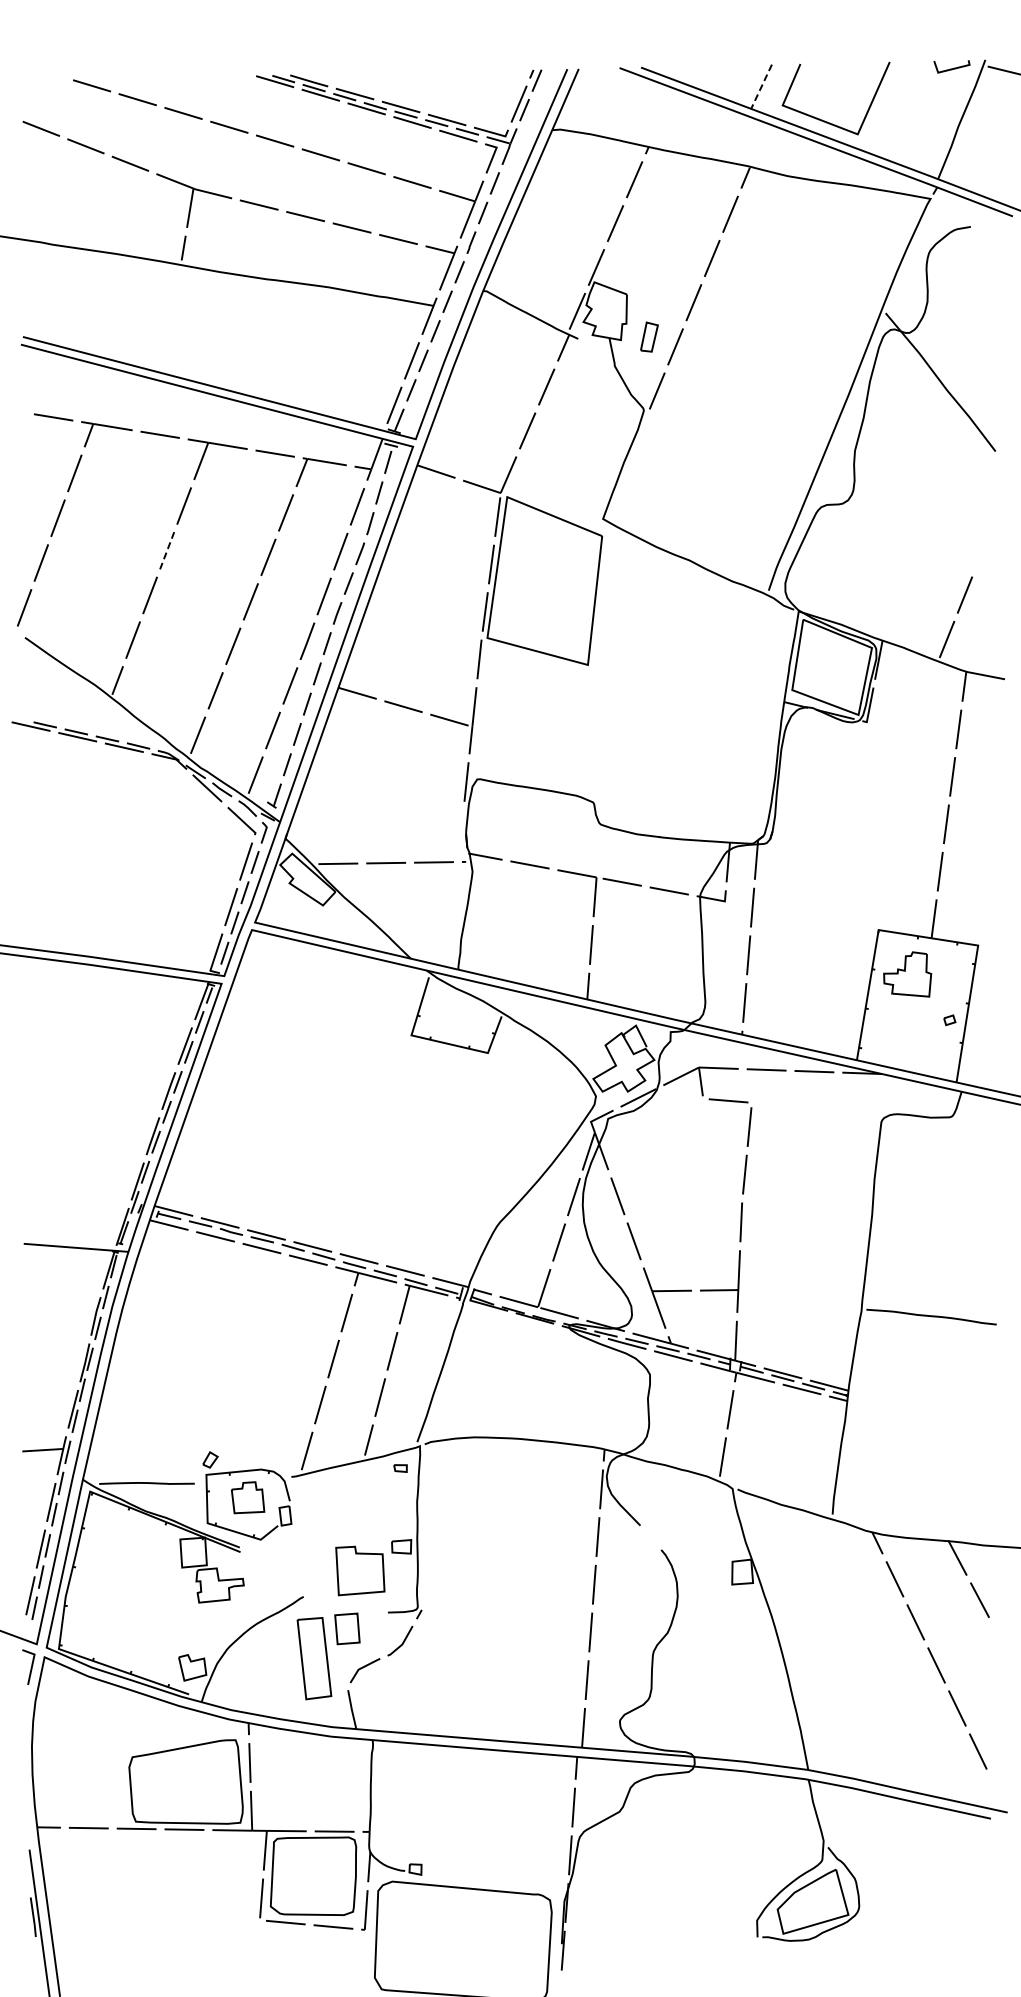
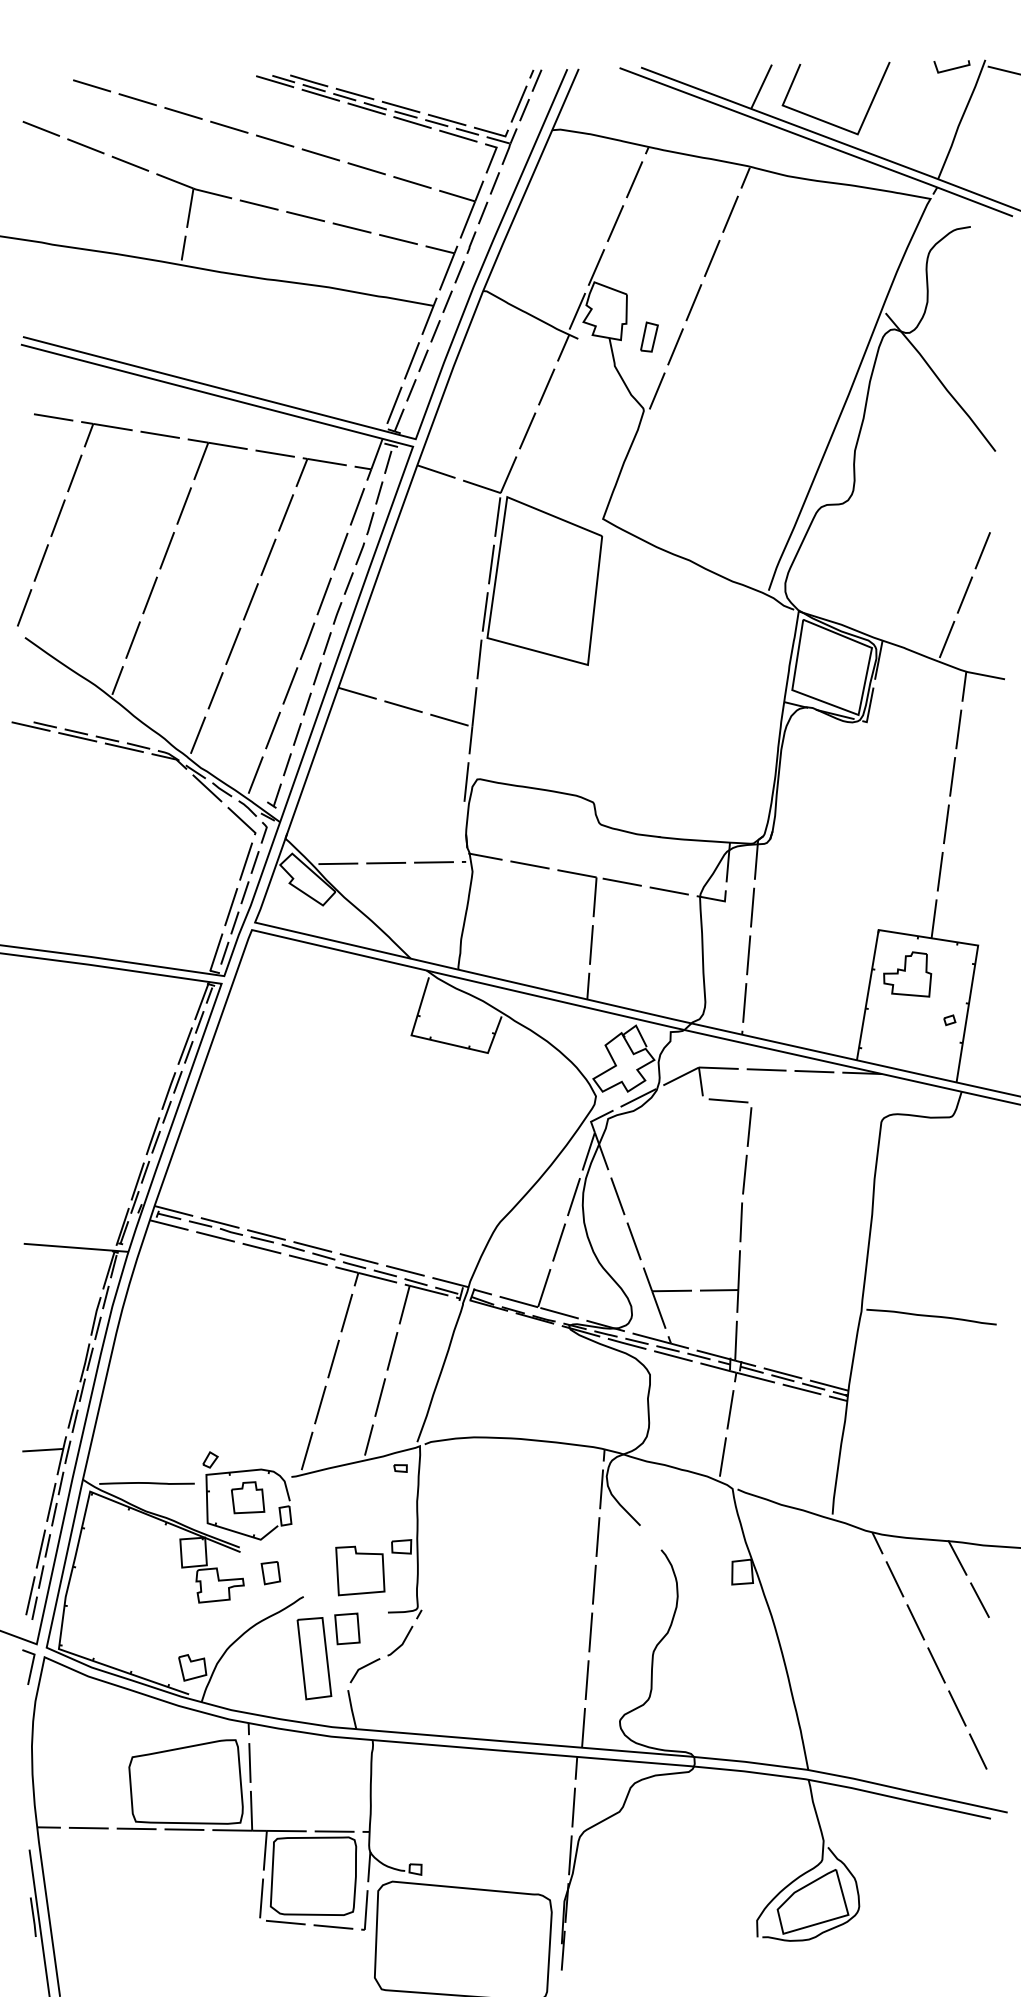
line at (761, 87): dashed -> solid
line at (167, 550): dashed -> solid
line at (982, 550): none -> present
part at (270, 1573): none -> present
